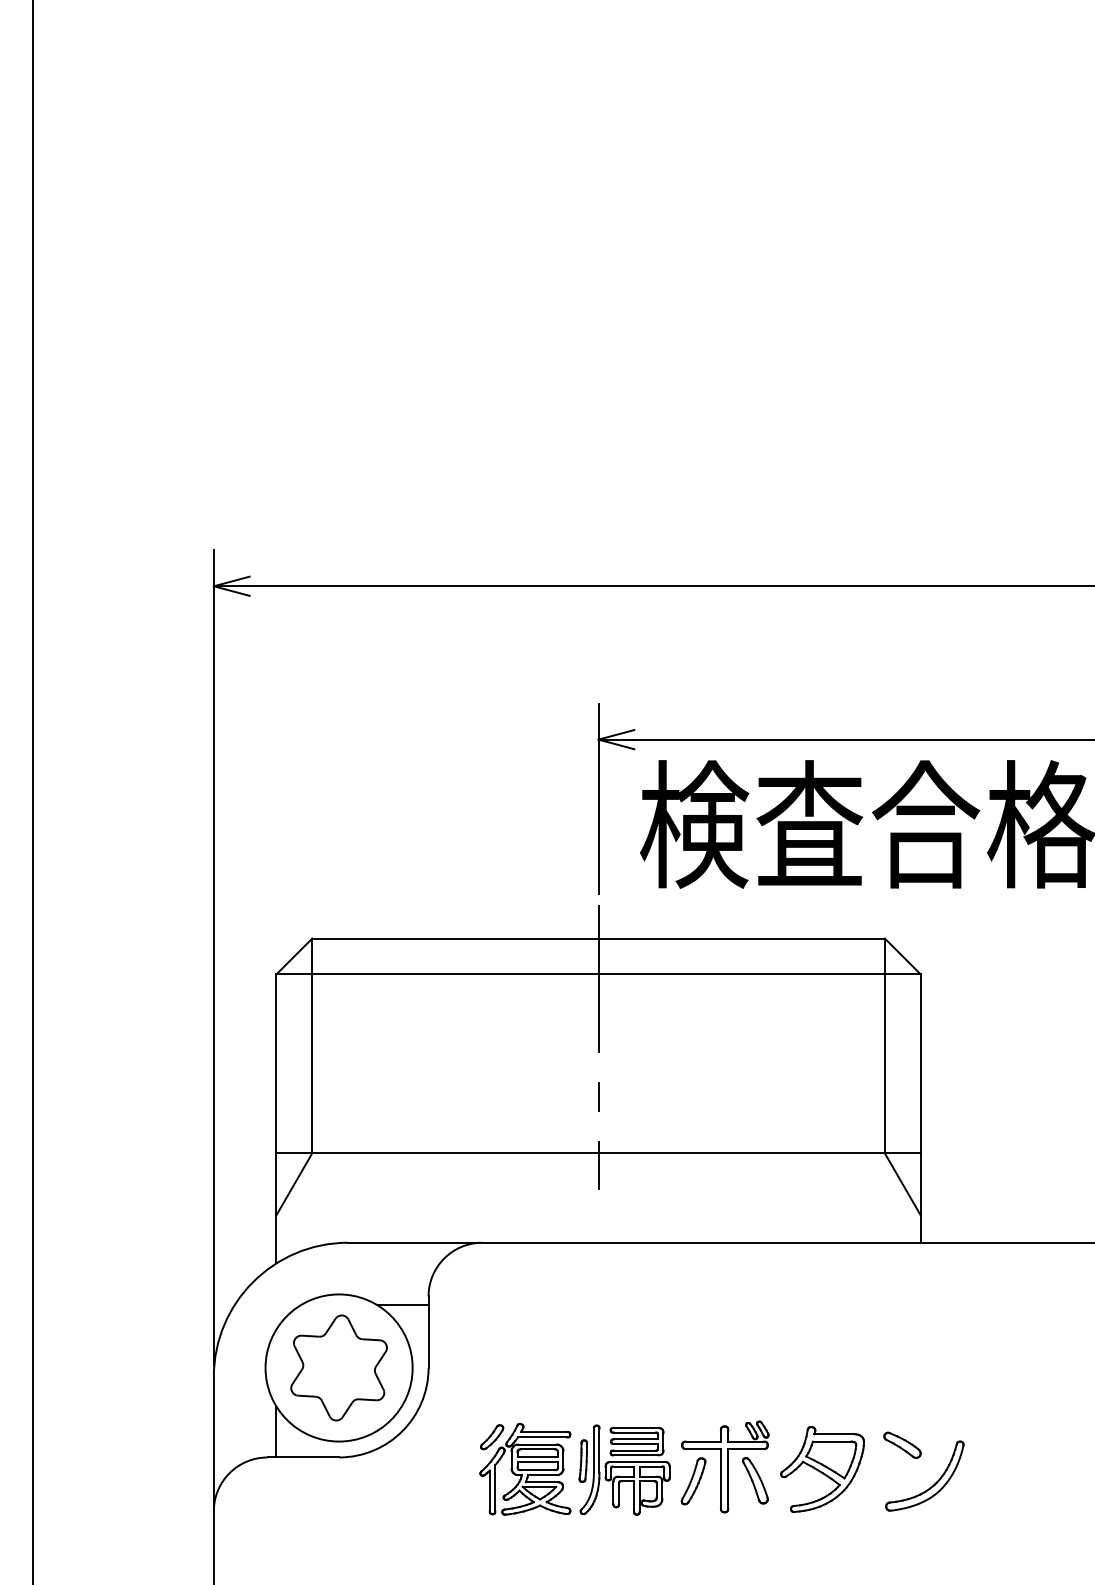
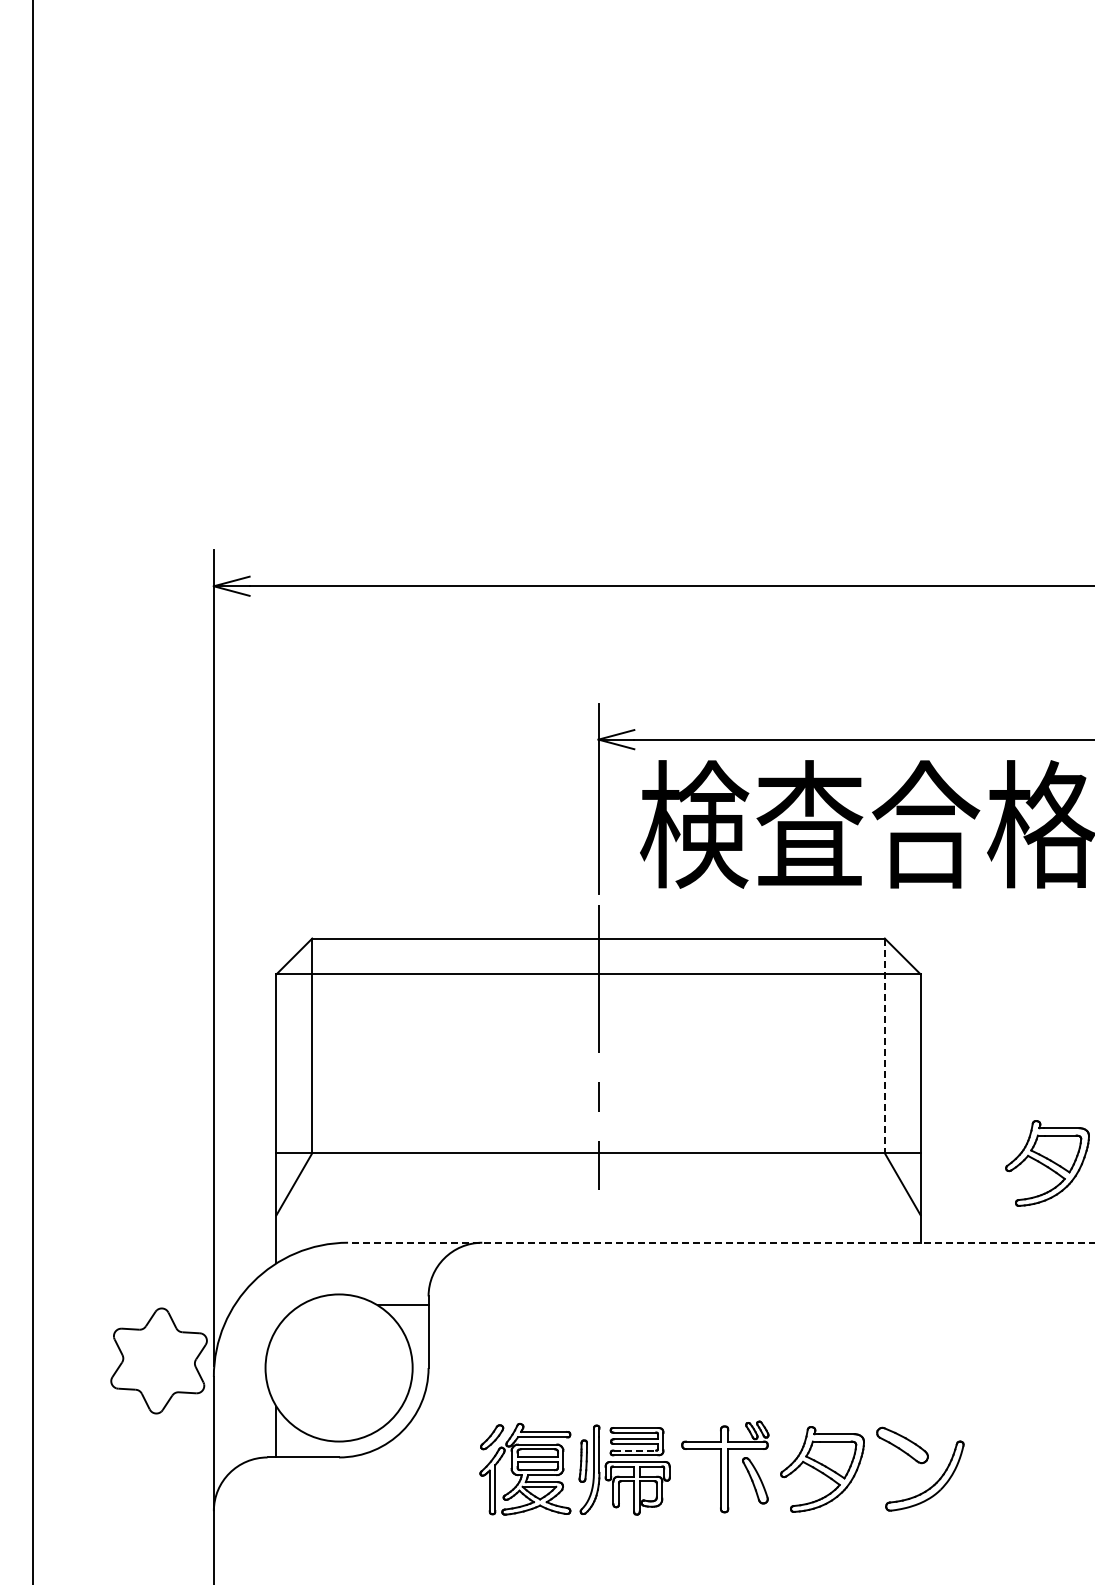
line at (884, 1046): solid -> dashed
part at (1047, 1163): none -> present
line at (720, 1242): solid -> dashed
part at (338, 1367) position: (338, 1367) -> (158, 1360)
part at (902, 1444) size: 39x28 px -> 53x39 px
line at (635, 1450): solid -> dashed
part at (693, 1481): present -> none
